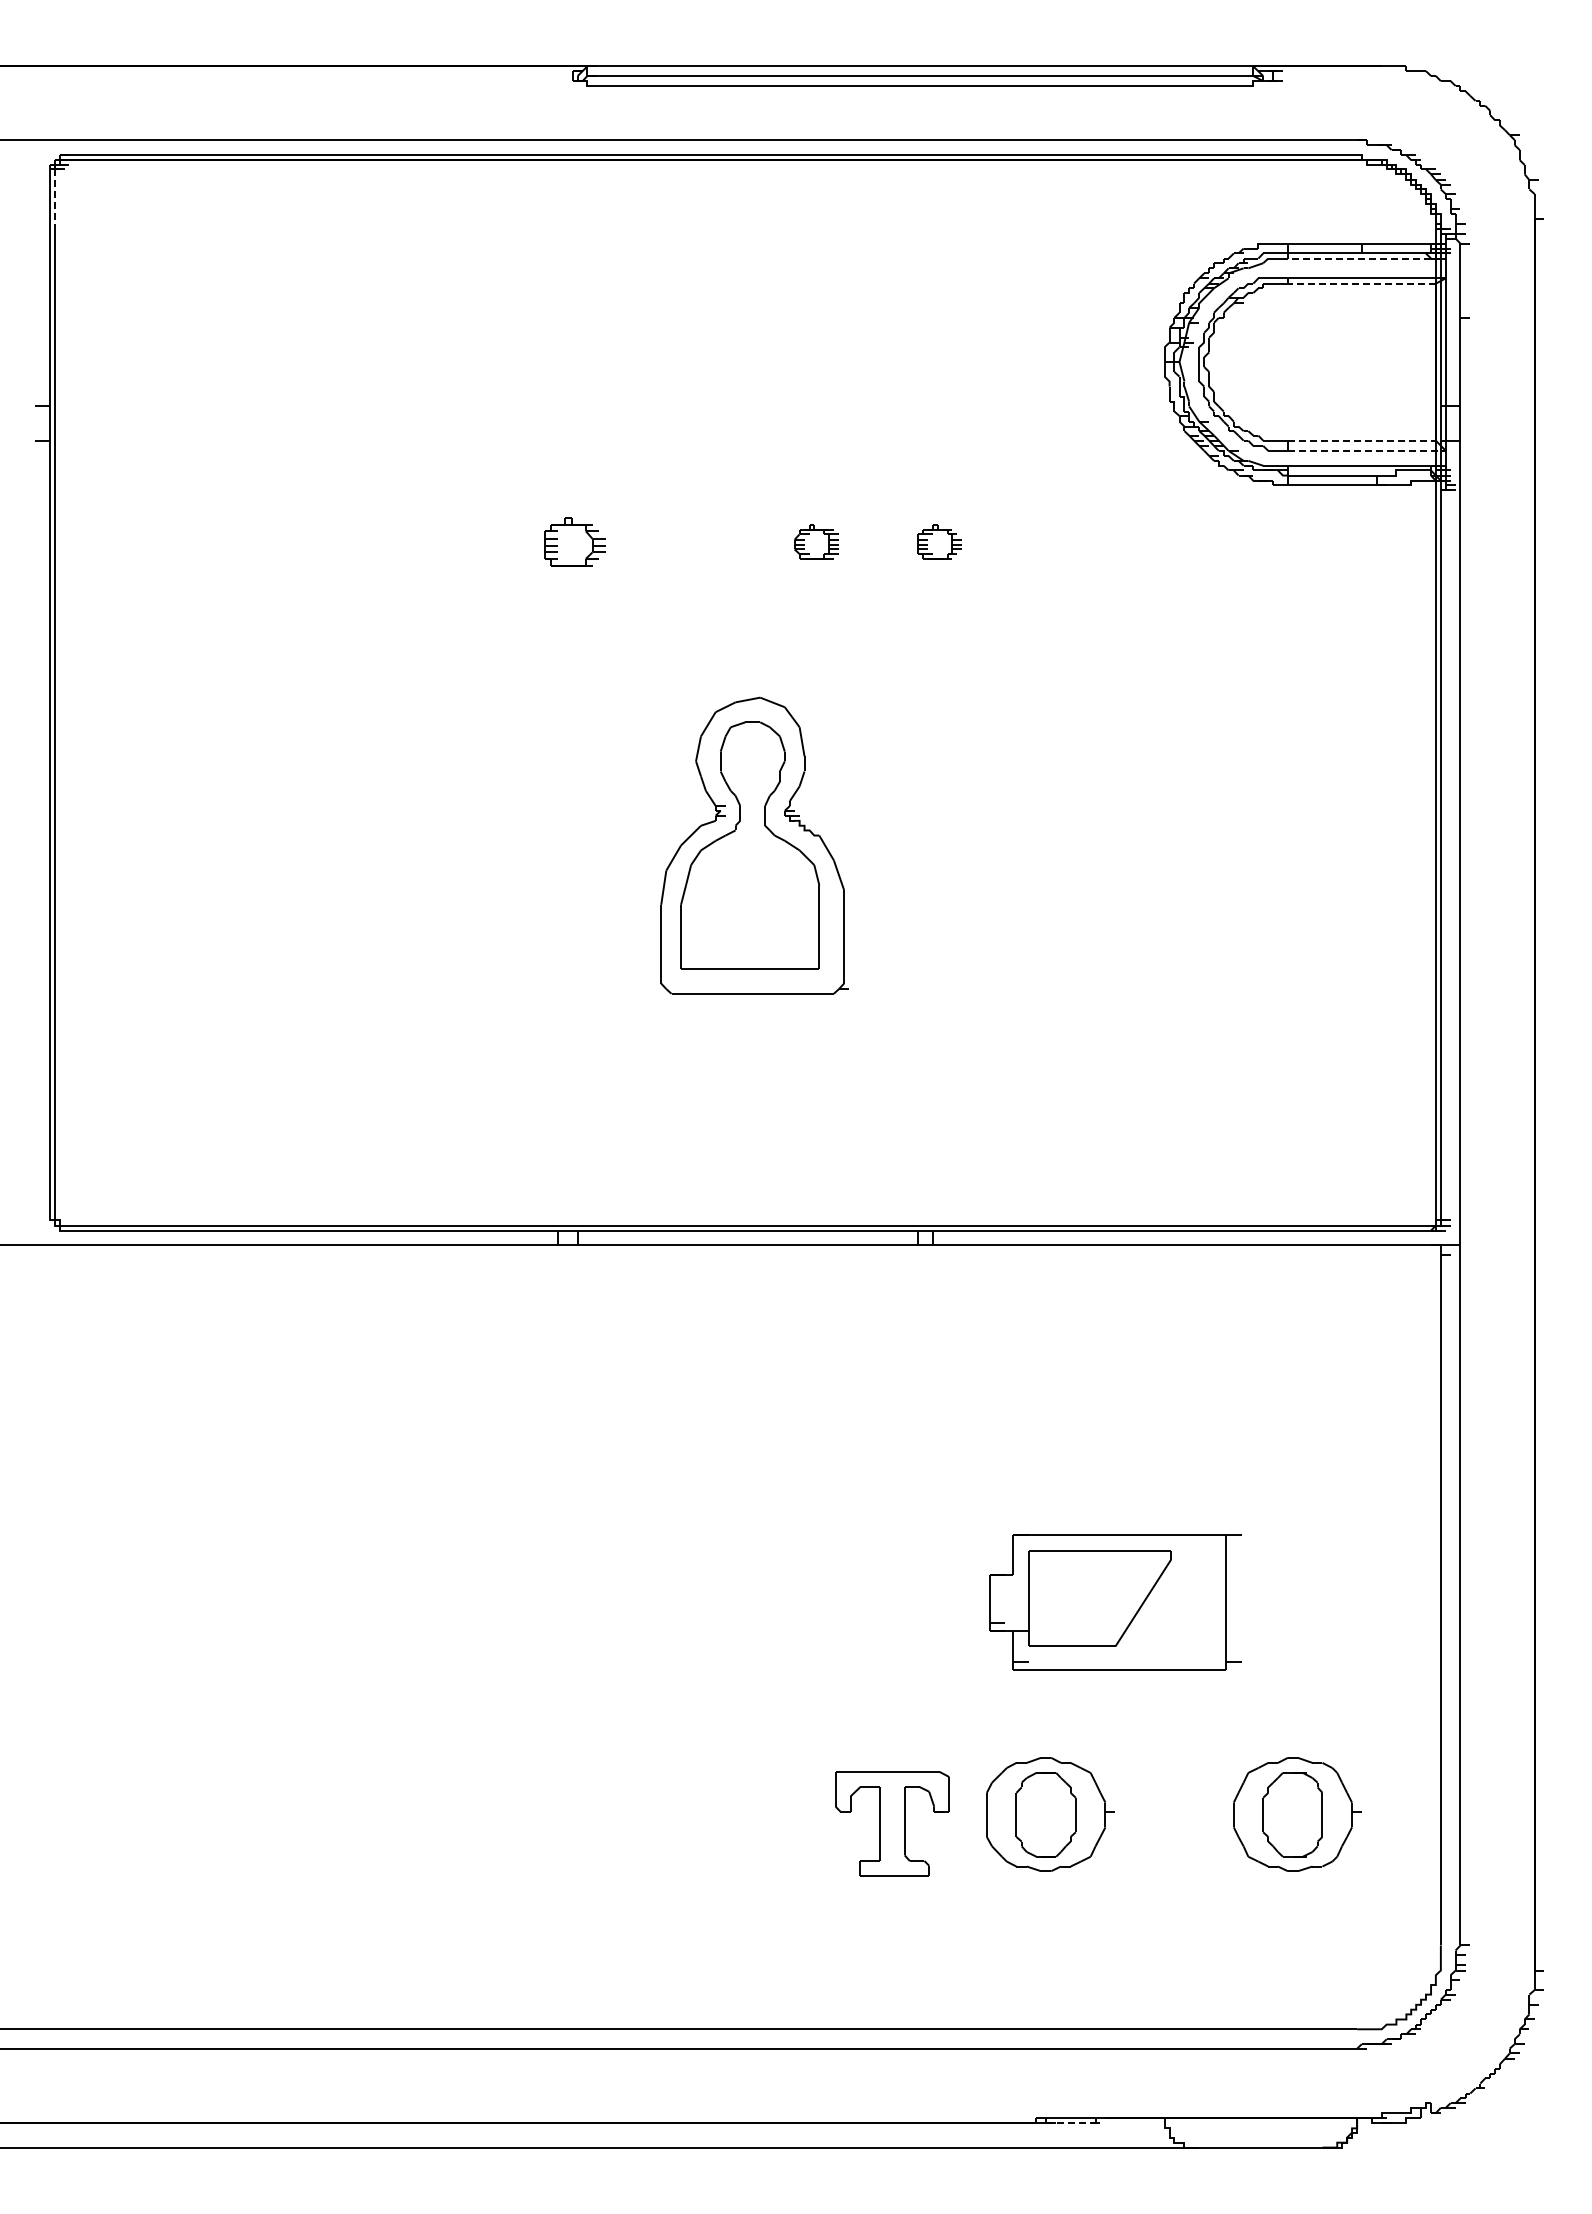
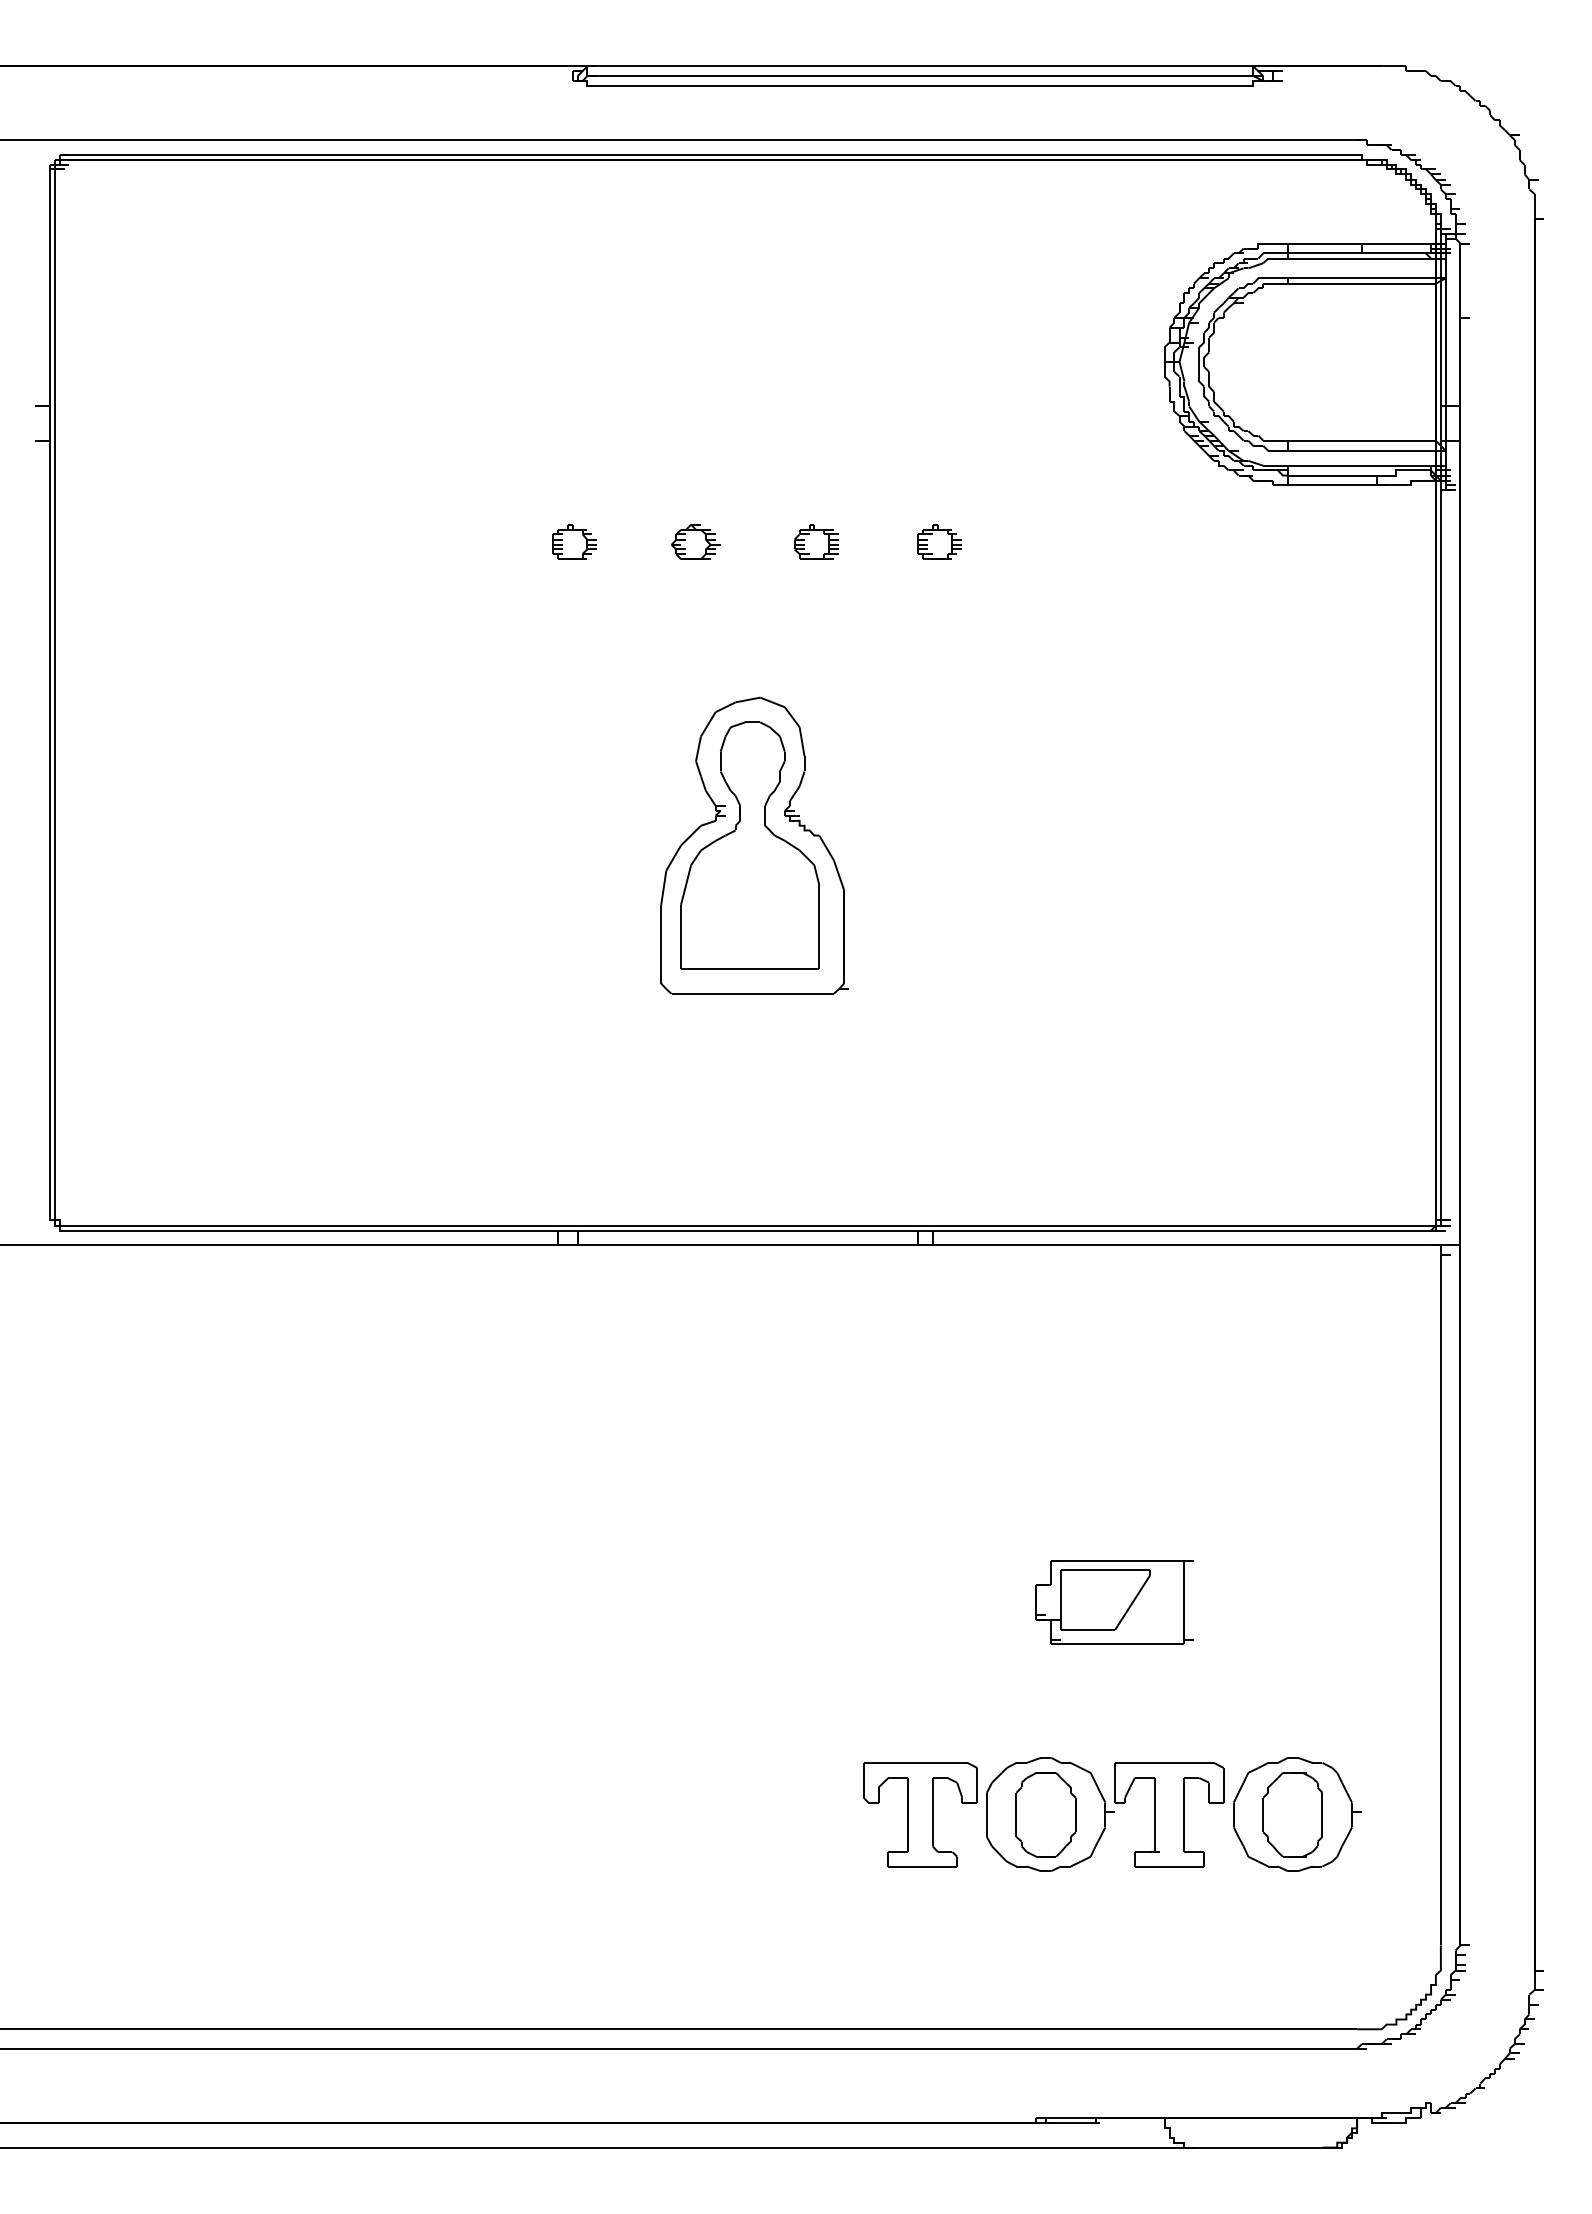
line at (54, 197): dashed -> solid
line at (1359, 258): dashed -> solid
line at (1361, 283): dashed -> solid
line at (1361, 440): dashed -> solid
line at (1366, 450): dashed -> solid
part at (574, 541) size: 62x50 px -> 45x36 px
part at (695, 541): none -> present
part at (1115, 1602) size: 253x137 px -> 159x85 px
part at (1169, 1814): none -> present
part at (892, 1823) position: (892, 1823) -> (920, 1814)
line at (1068, 2123): dashed -> solid
